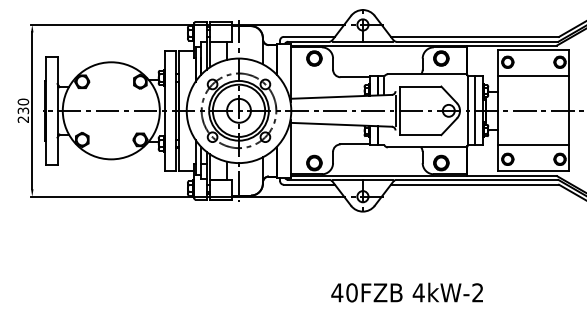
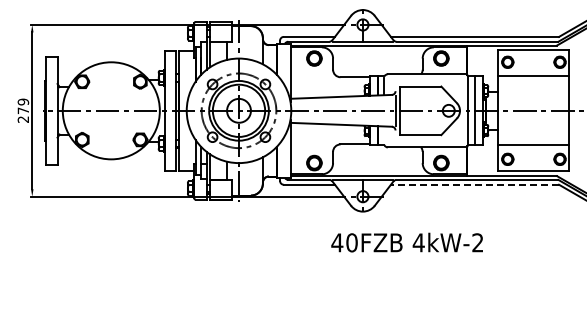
text at (23, 106): 230 -> 279
line at (474, 184): solid -> dashed
text at (406, 292) position: (406, 292) -> (406, 242)
